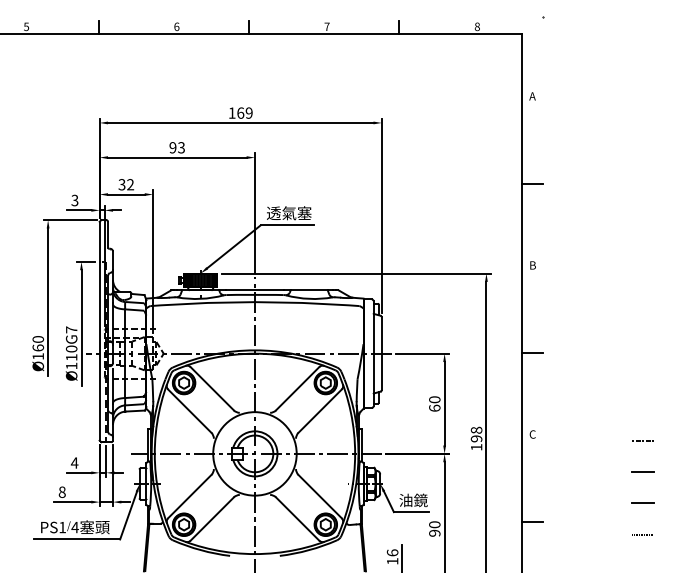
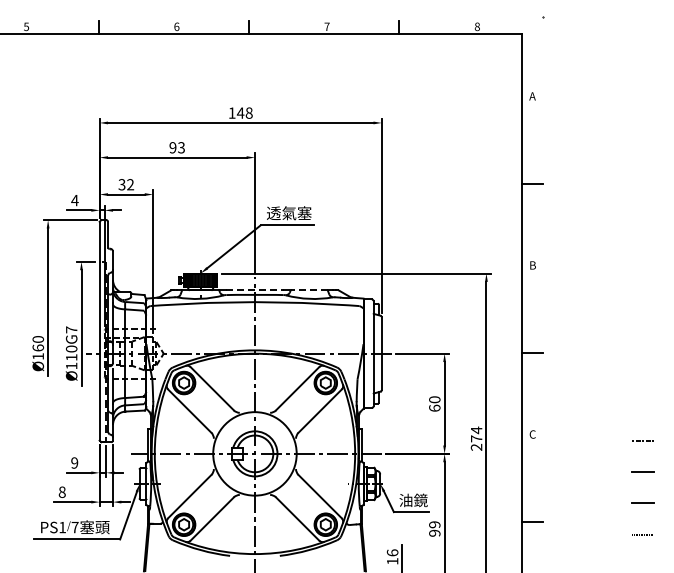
text at (244, 112): 169 -> 148
text at (74, 200): 3 -> 4
line at (255, 290): solid -> dashed
line at (308, 290): solid -> dashed
text at (476, 438): 198 -> 274
text at (74, 462): 4 -> 9
text at (434, 524): 90 -> 99
text at (74, 527): 4 -> 7
